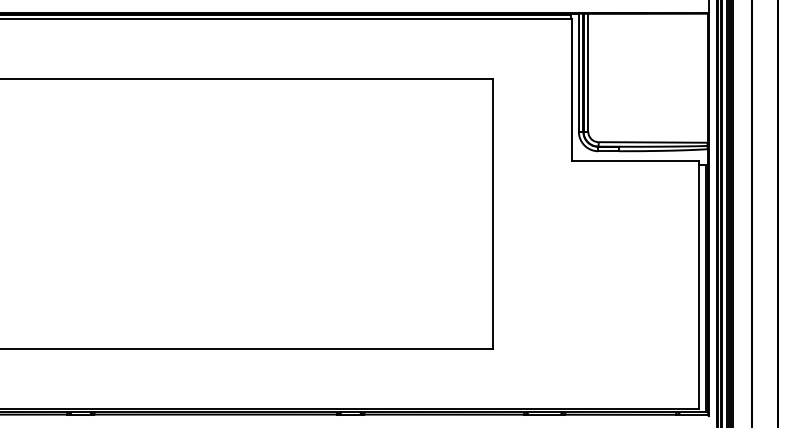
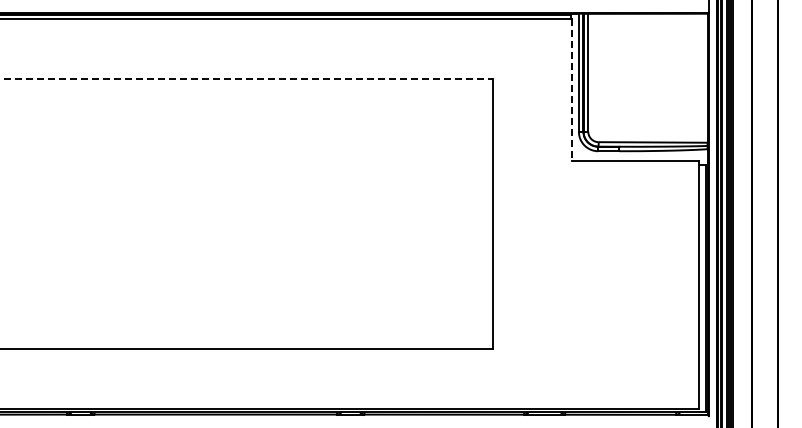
line at (247, 78): solid -> dashed
line at (571, 90): solid -> dashed
